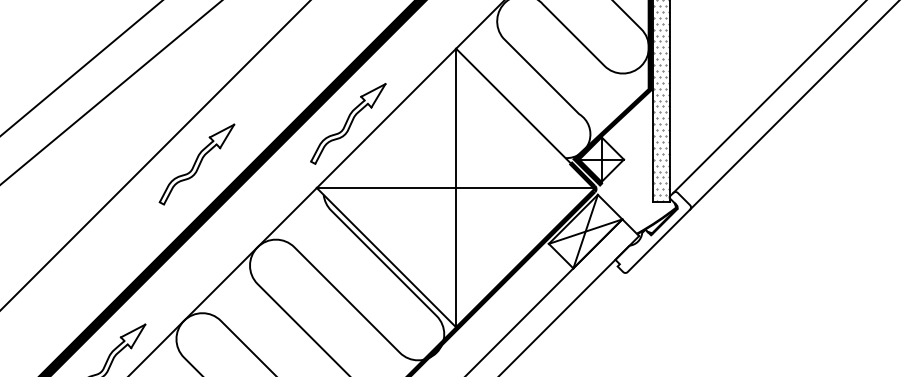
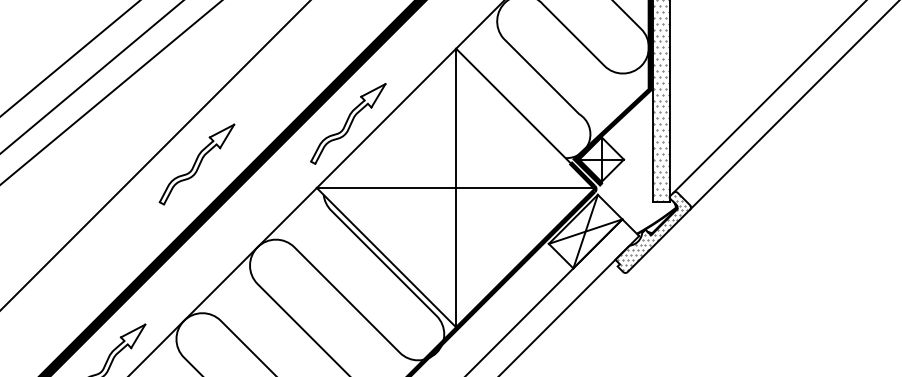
line at (70, 58): none -> present
line at (81, 68) position: (81, 68) -> (91, 77)
hatch at (653, 232): none -> present
